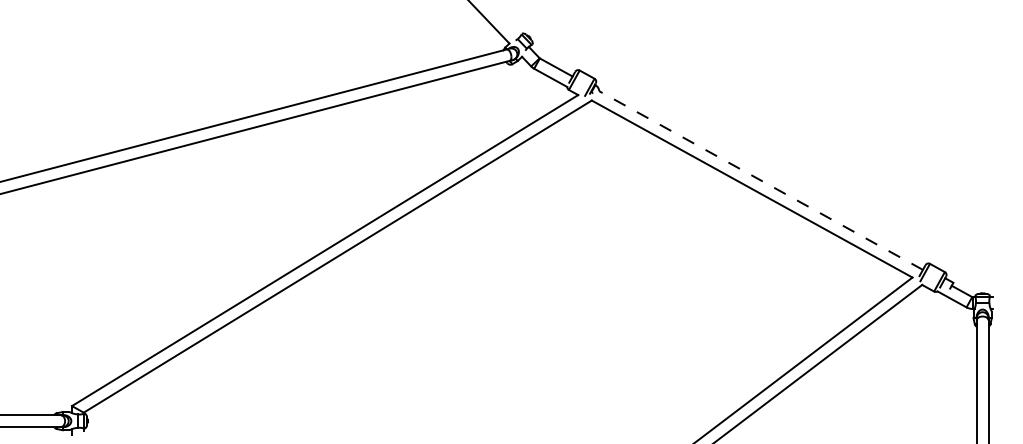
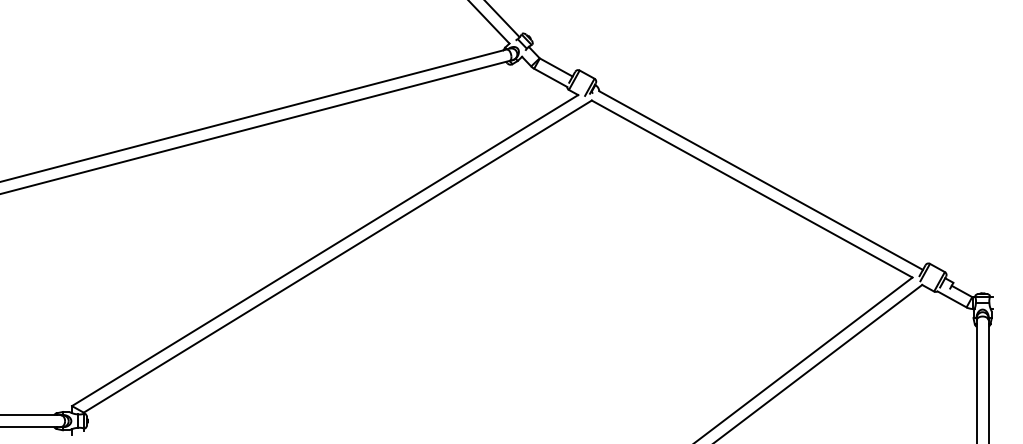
line at (502, 19): none -> present
line at (761, 180): dashed -> solid
